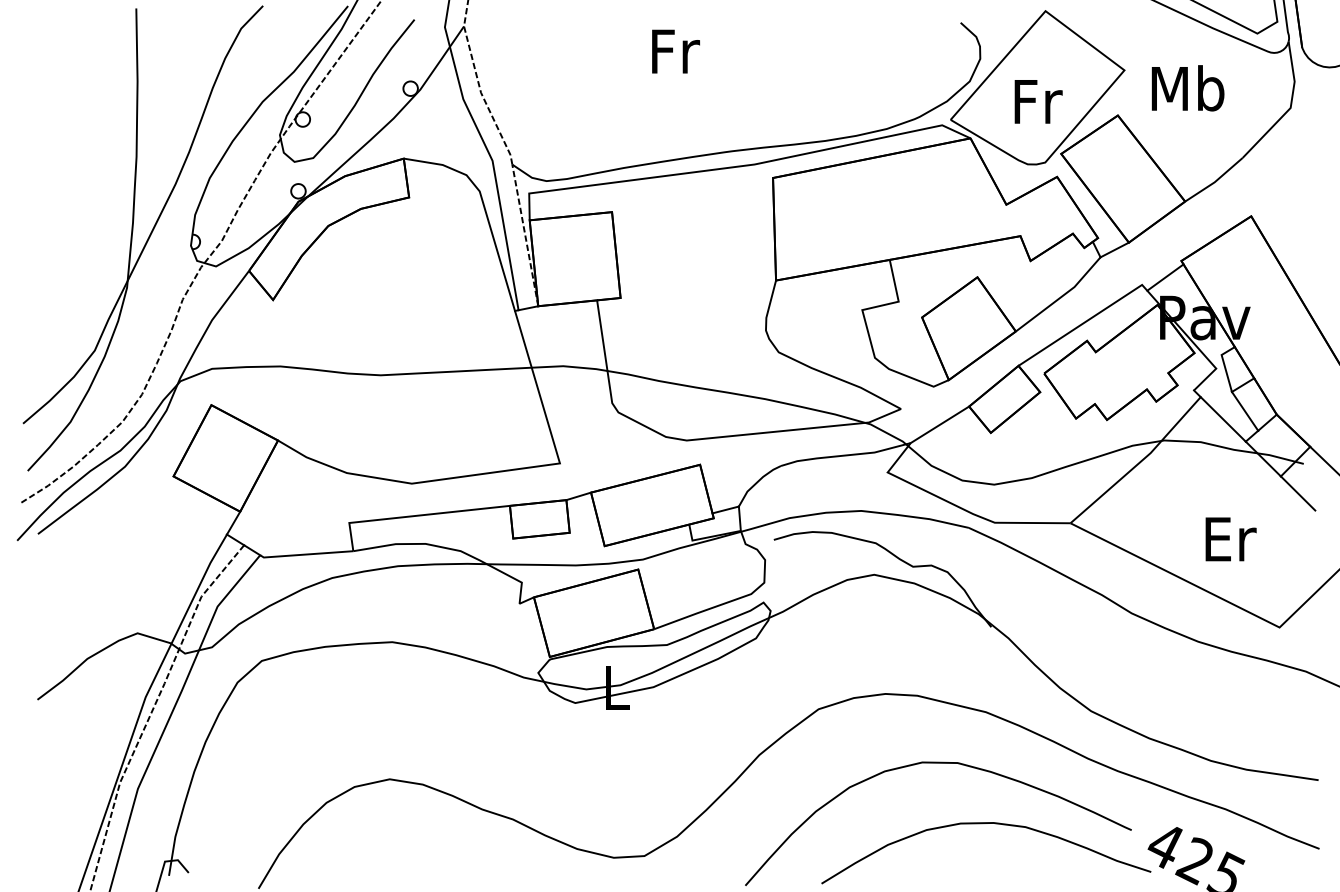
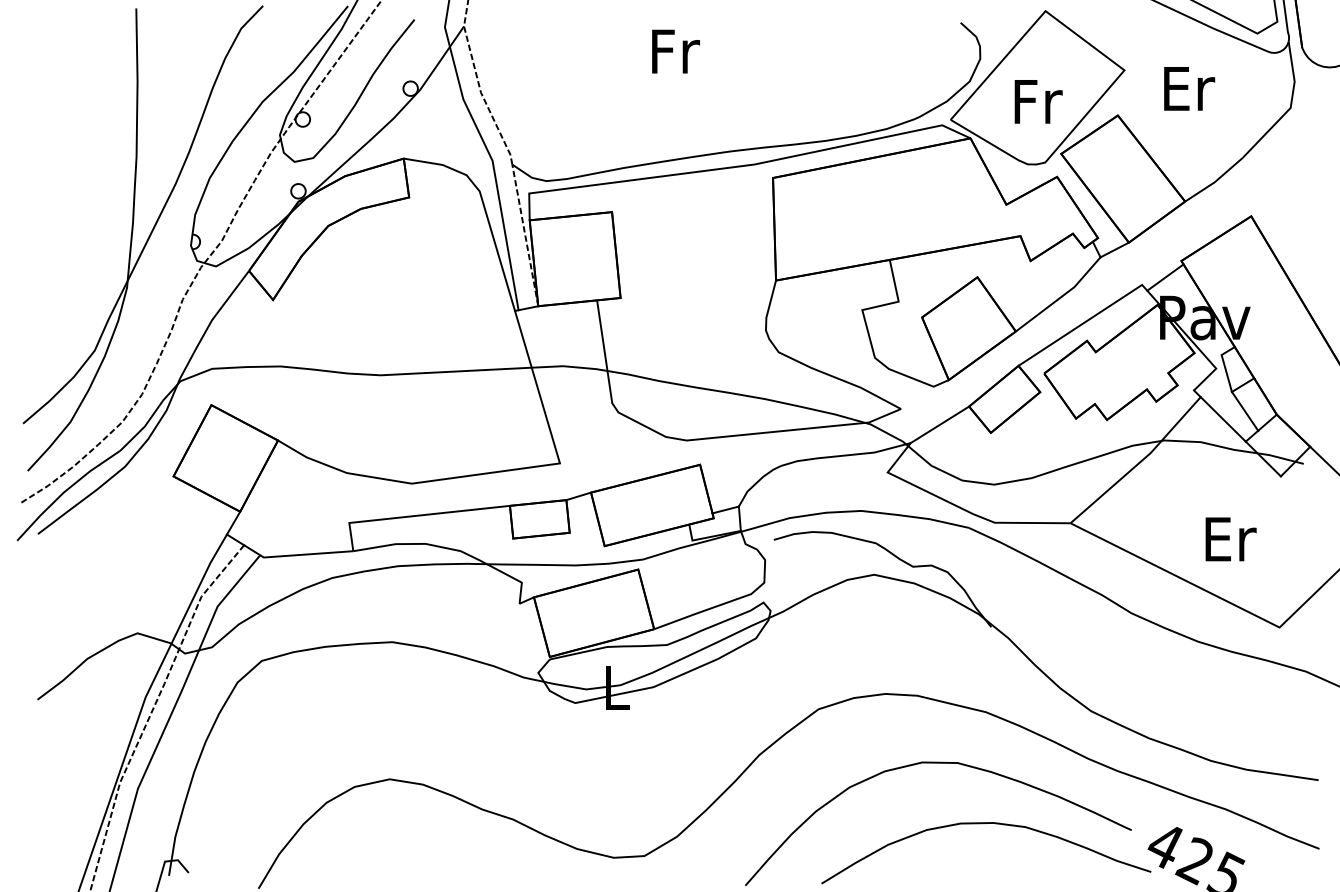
text at (1187, 88): Mb -> Er
line at (1297, 493): present -> none
